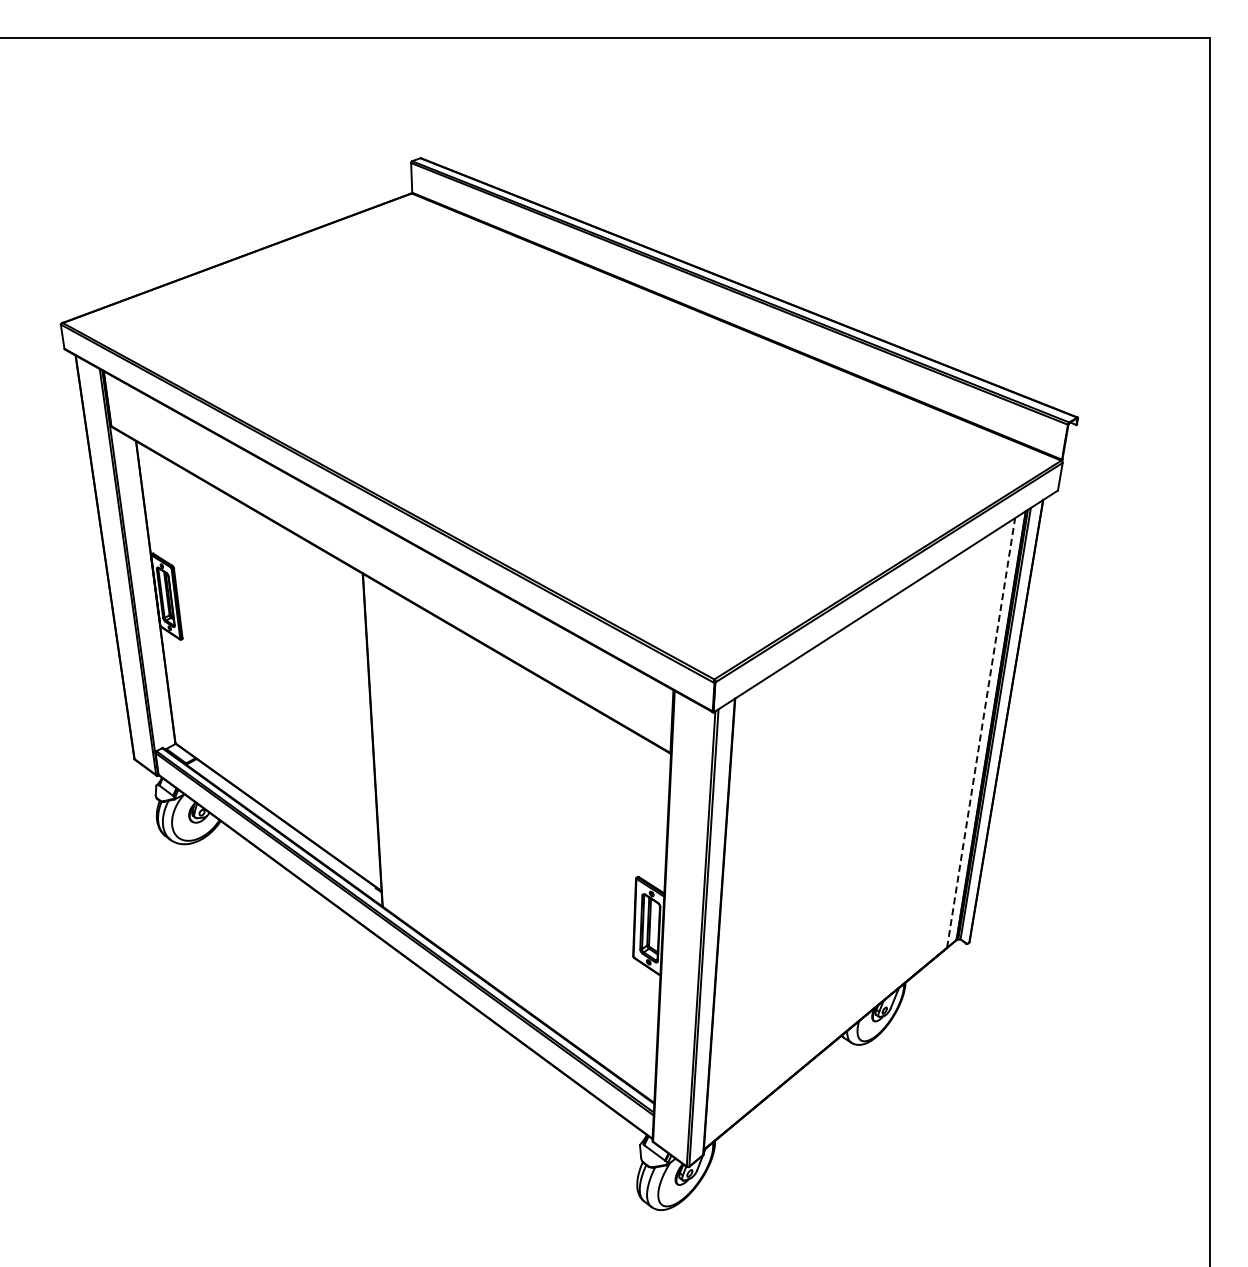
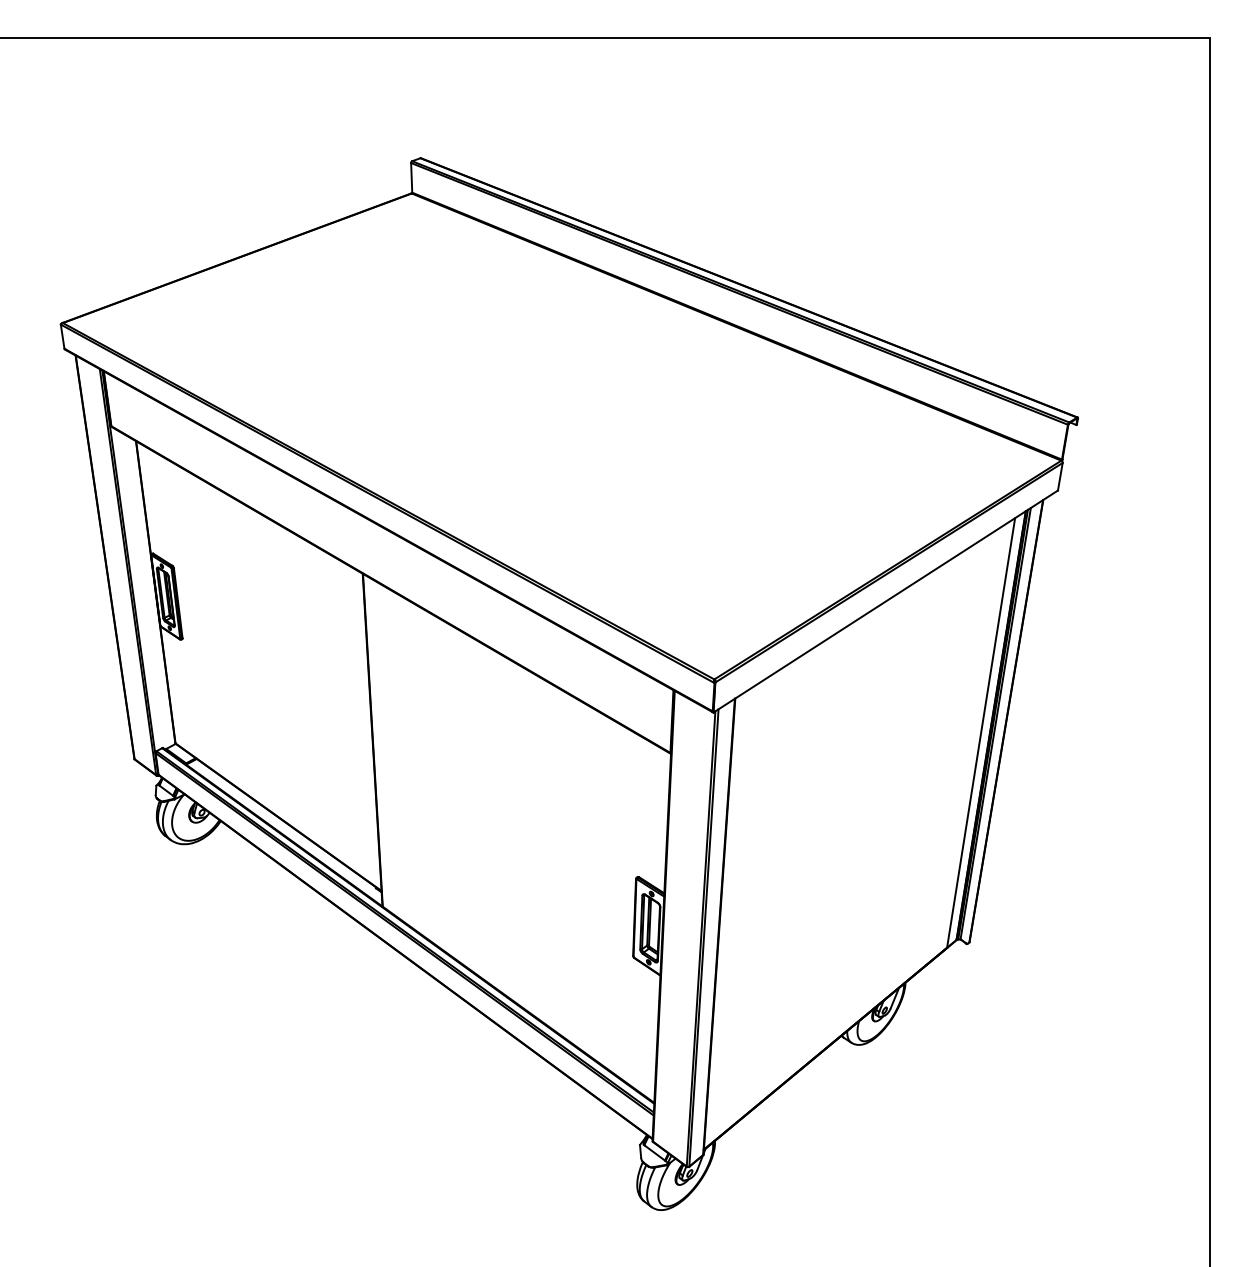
line at (981, 732): dashed -> solid
